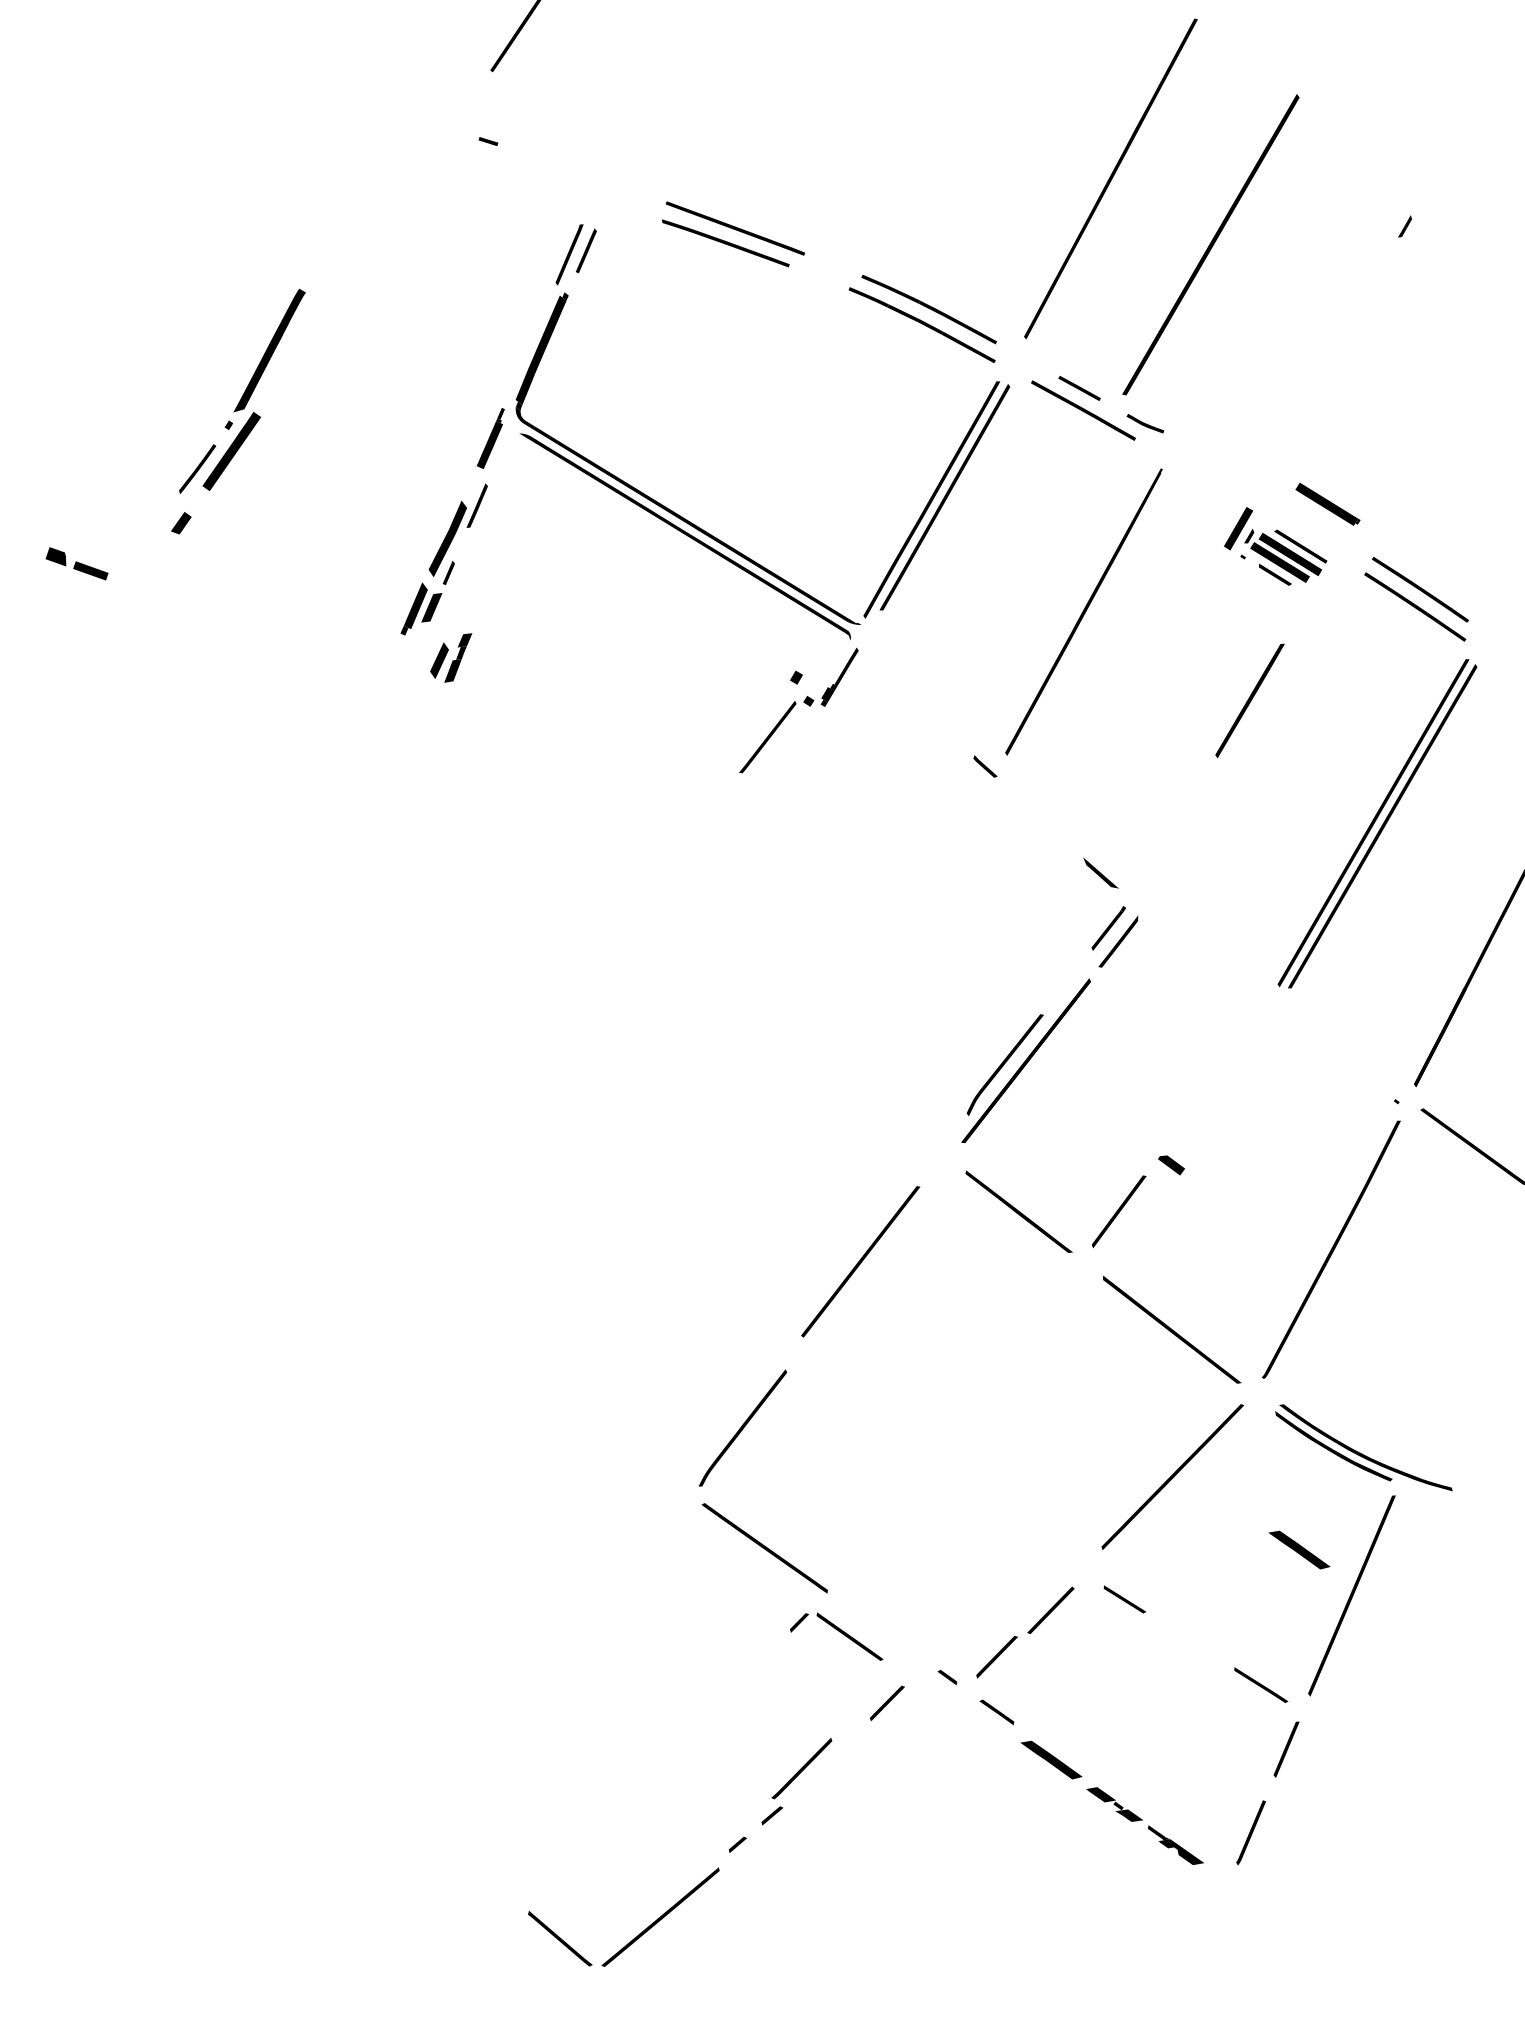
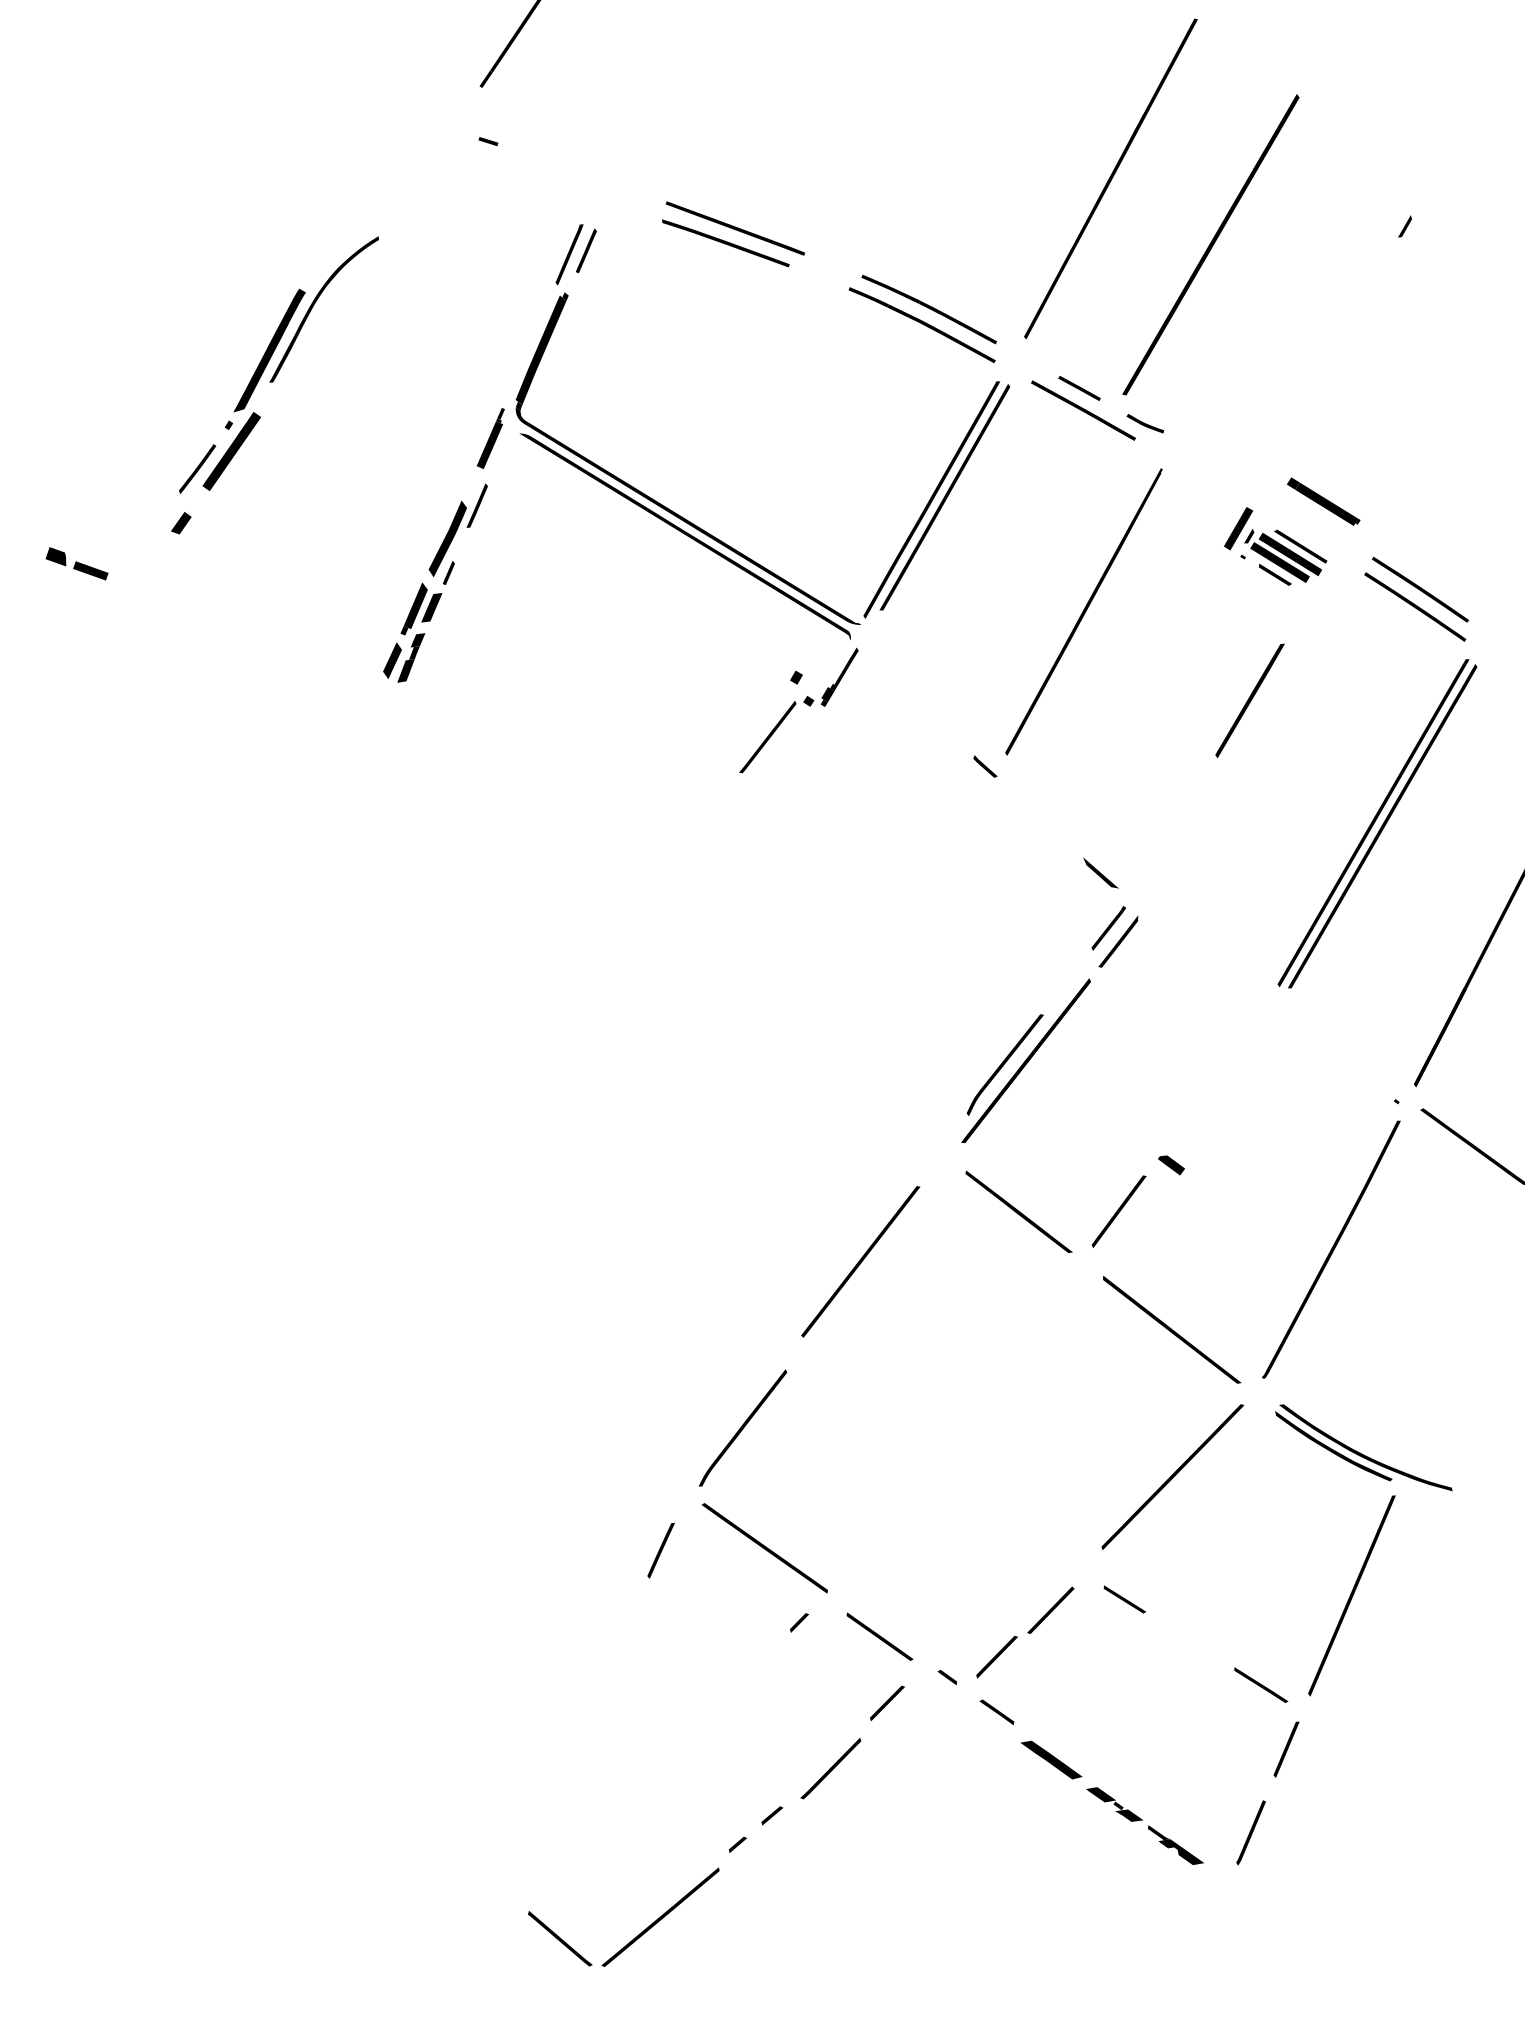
fill at (485, 79): none -> present
part at (314, 305): none -> present
fill at (1292, 483): none -> present
part at (451, 657) position: (451, 657) -> (404, 657)
part at (1299, 1549): present -> none
fill at (661, 1550): none -> present
line at (849, 1636) position: (849, 1636) -> (879, 1636)
line at (801, 1768) position: (801, 1768) -> (830, 1768)
